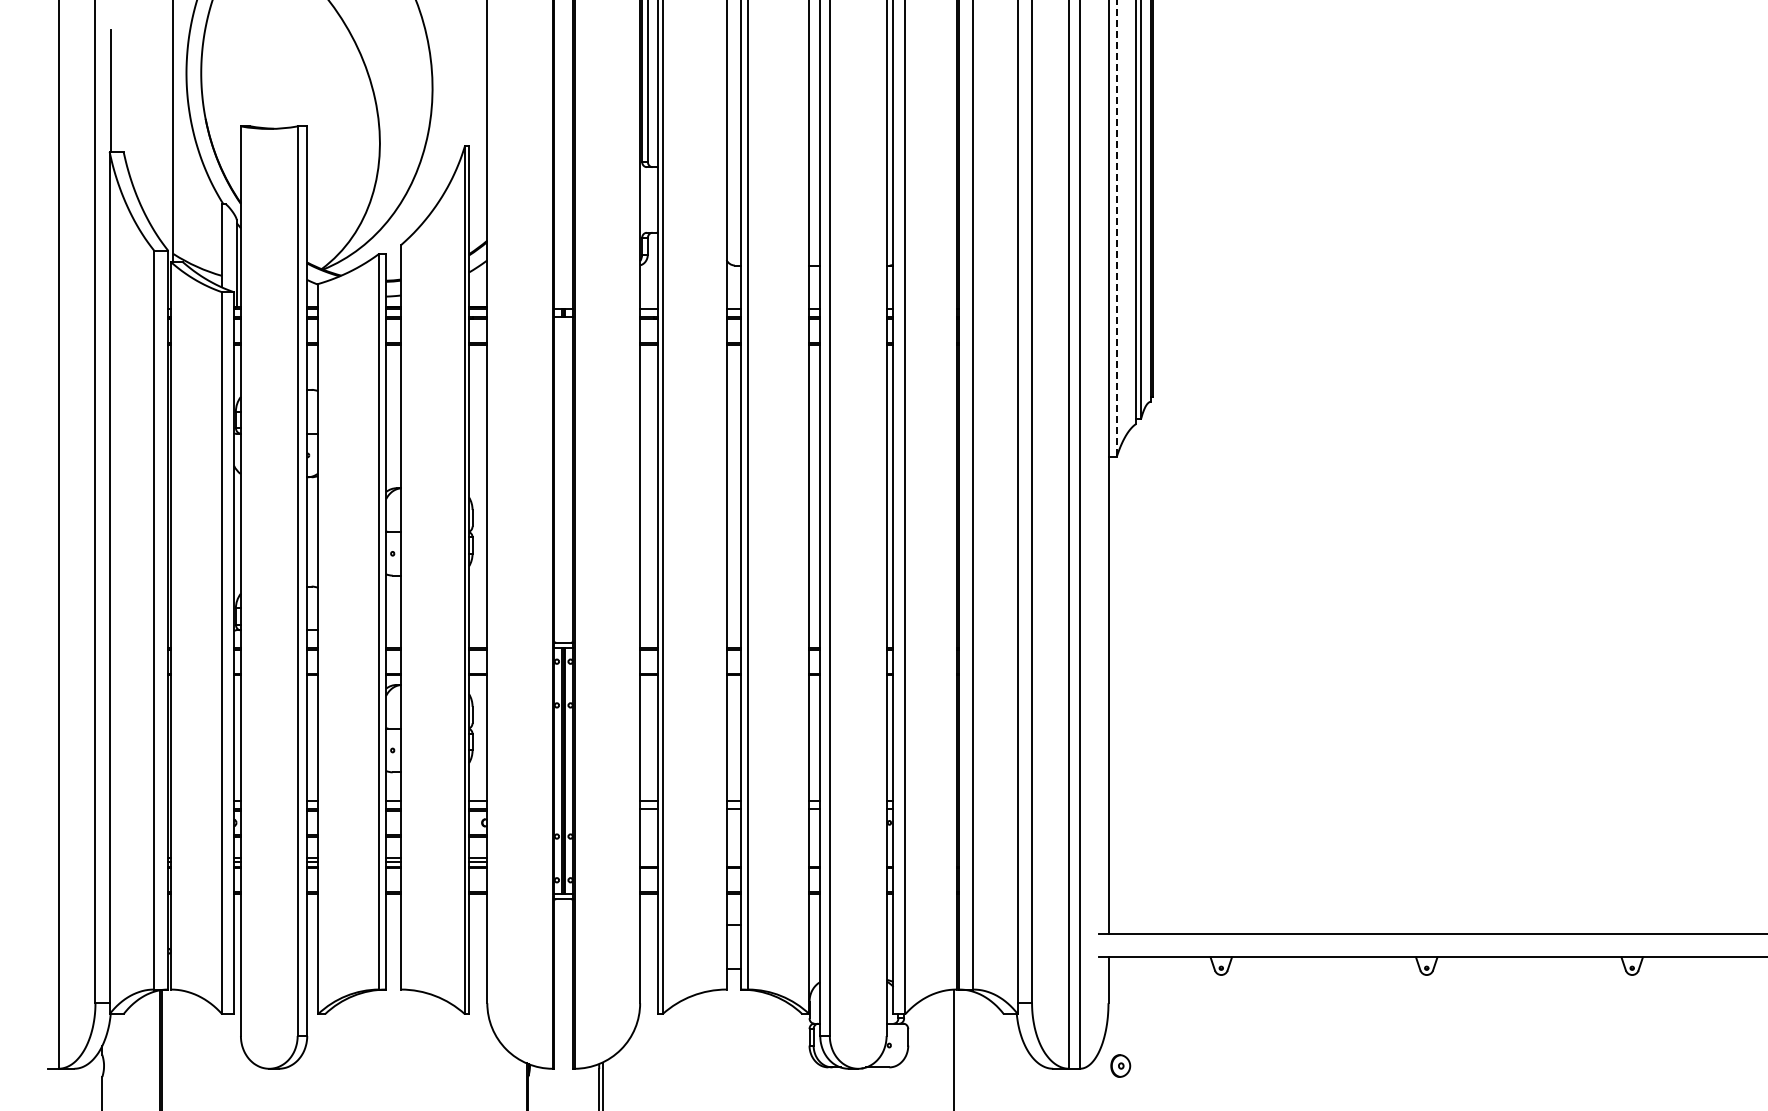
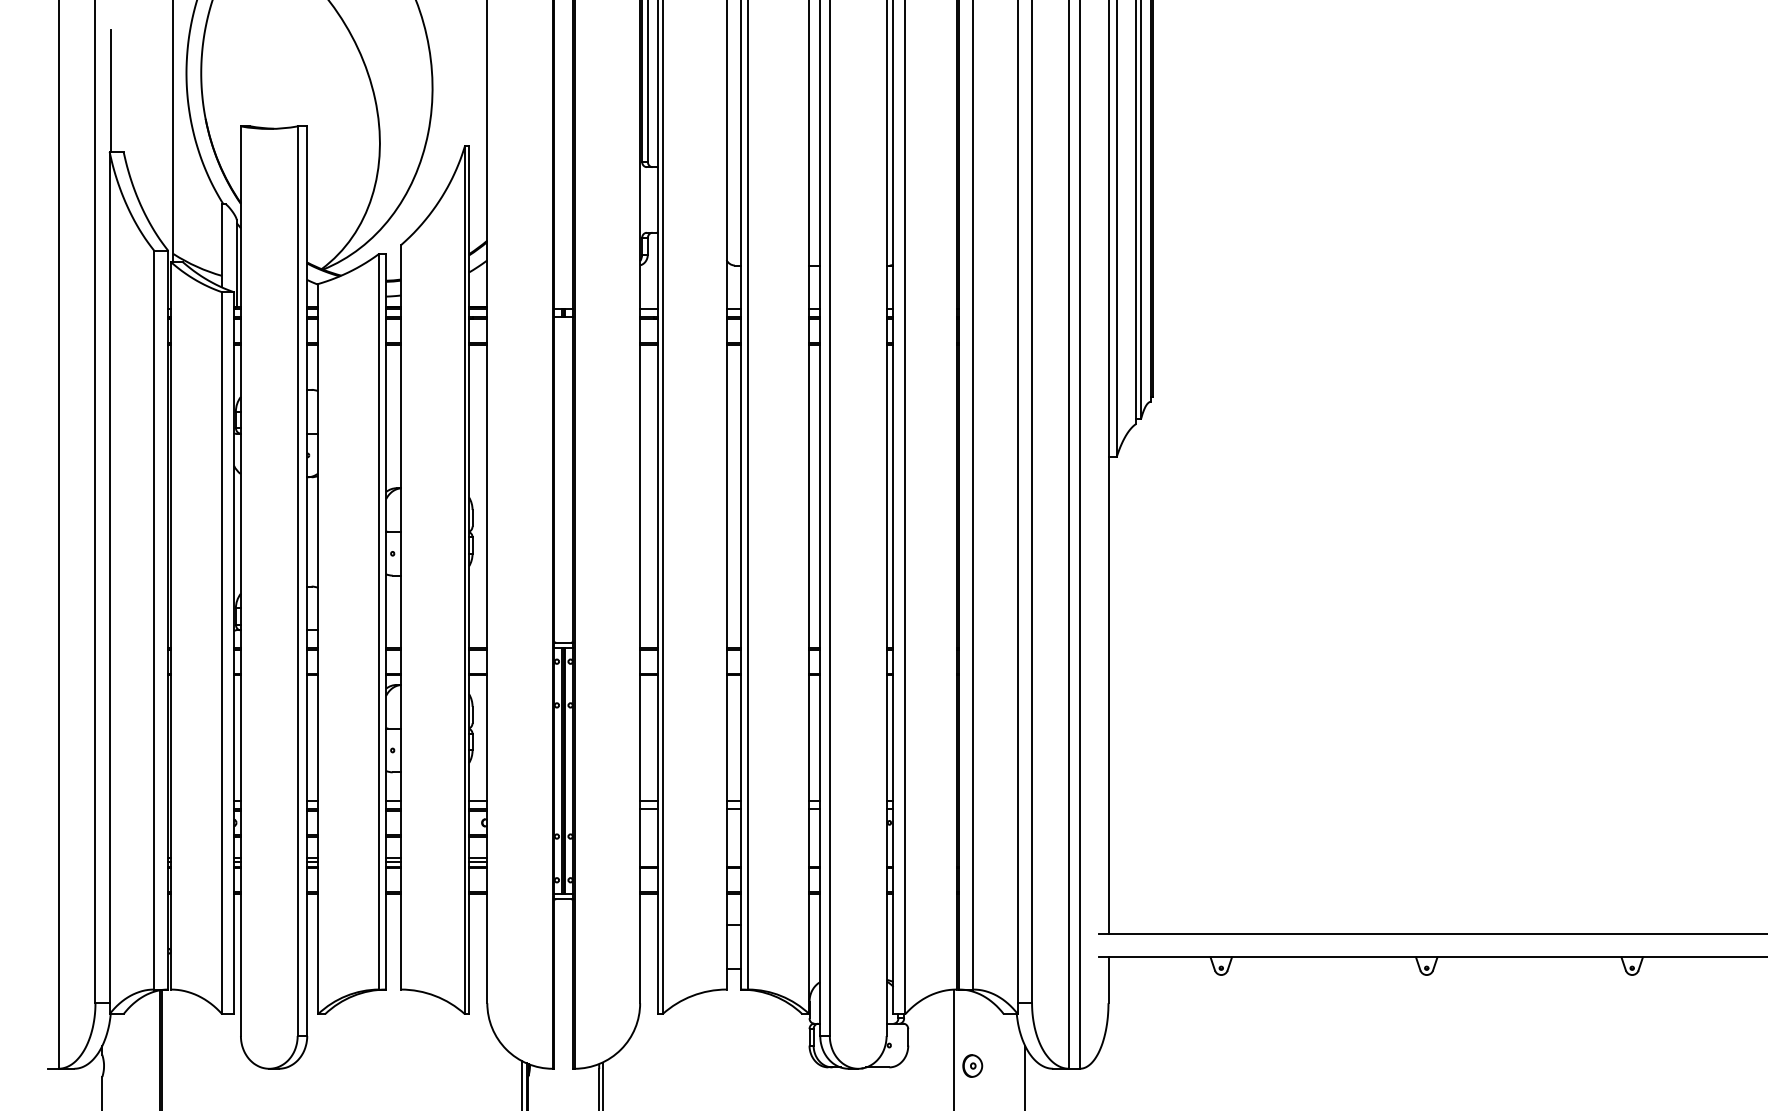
line at (1116, 228): dashed -> solid
part at (1120, 1065) position: (1120, 1065) -> (972, 1065)
line at (1025, 1075): none -> present
line at (521, 1083): none -> present
